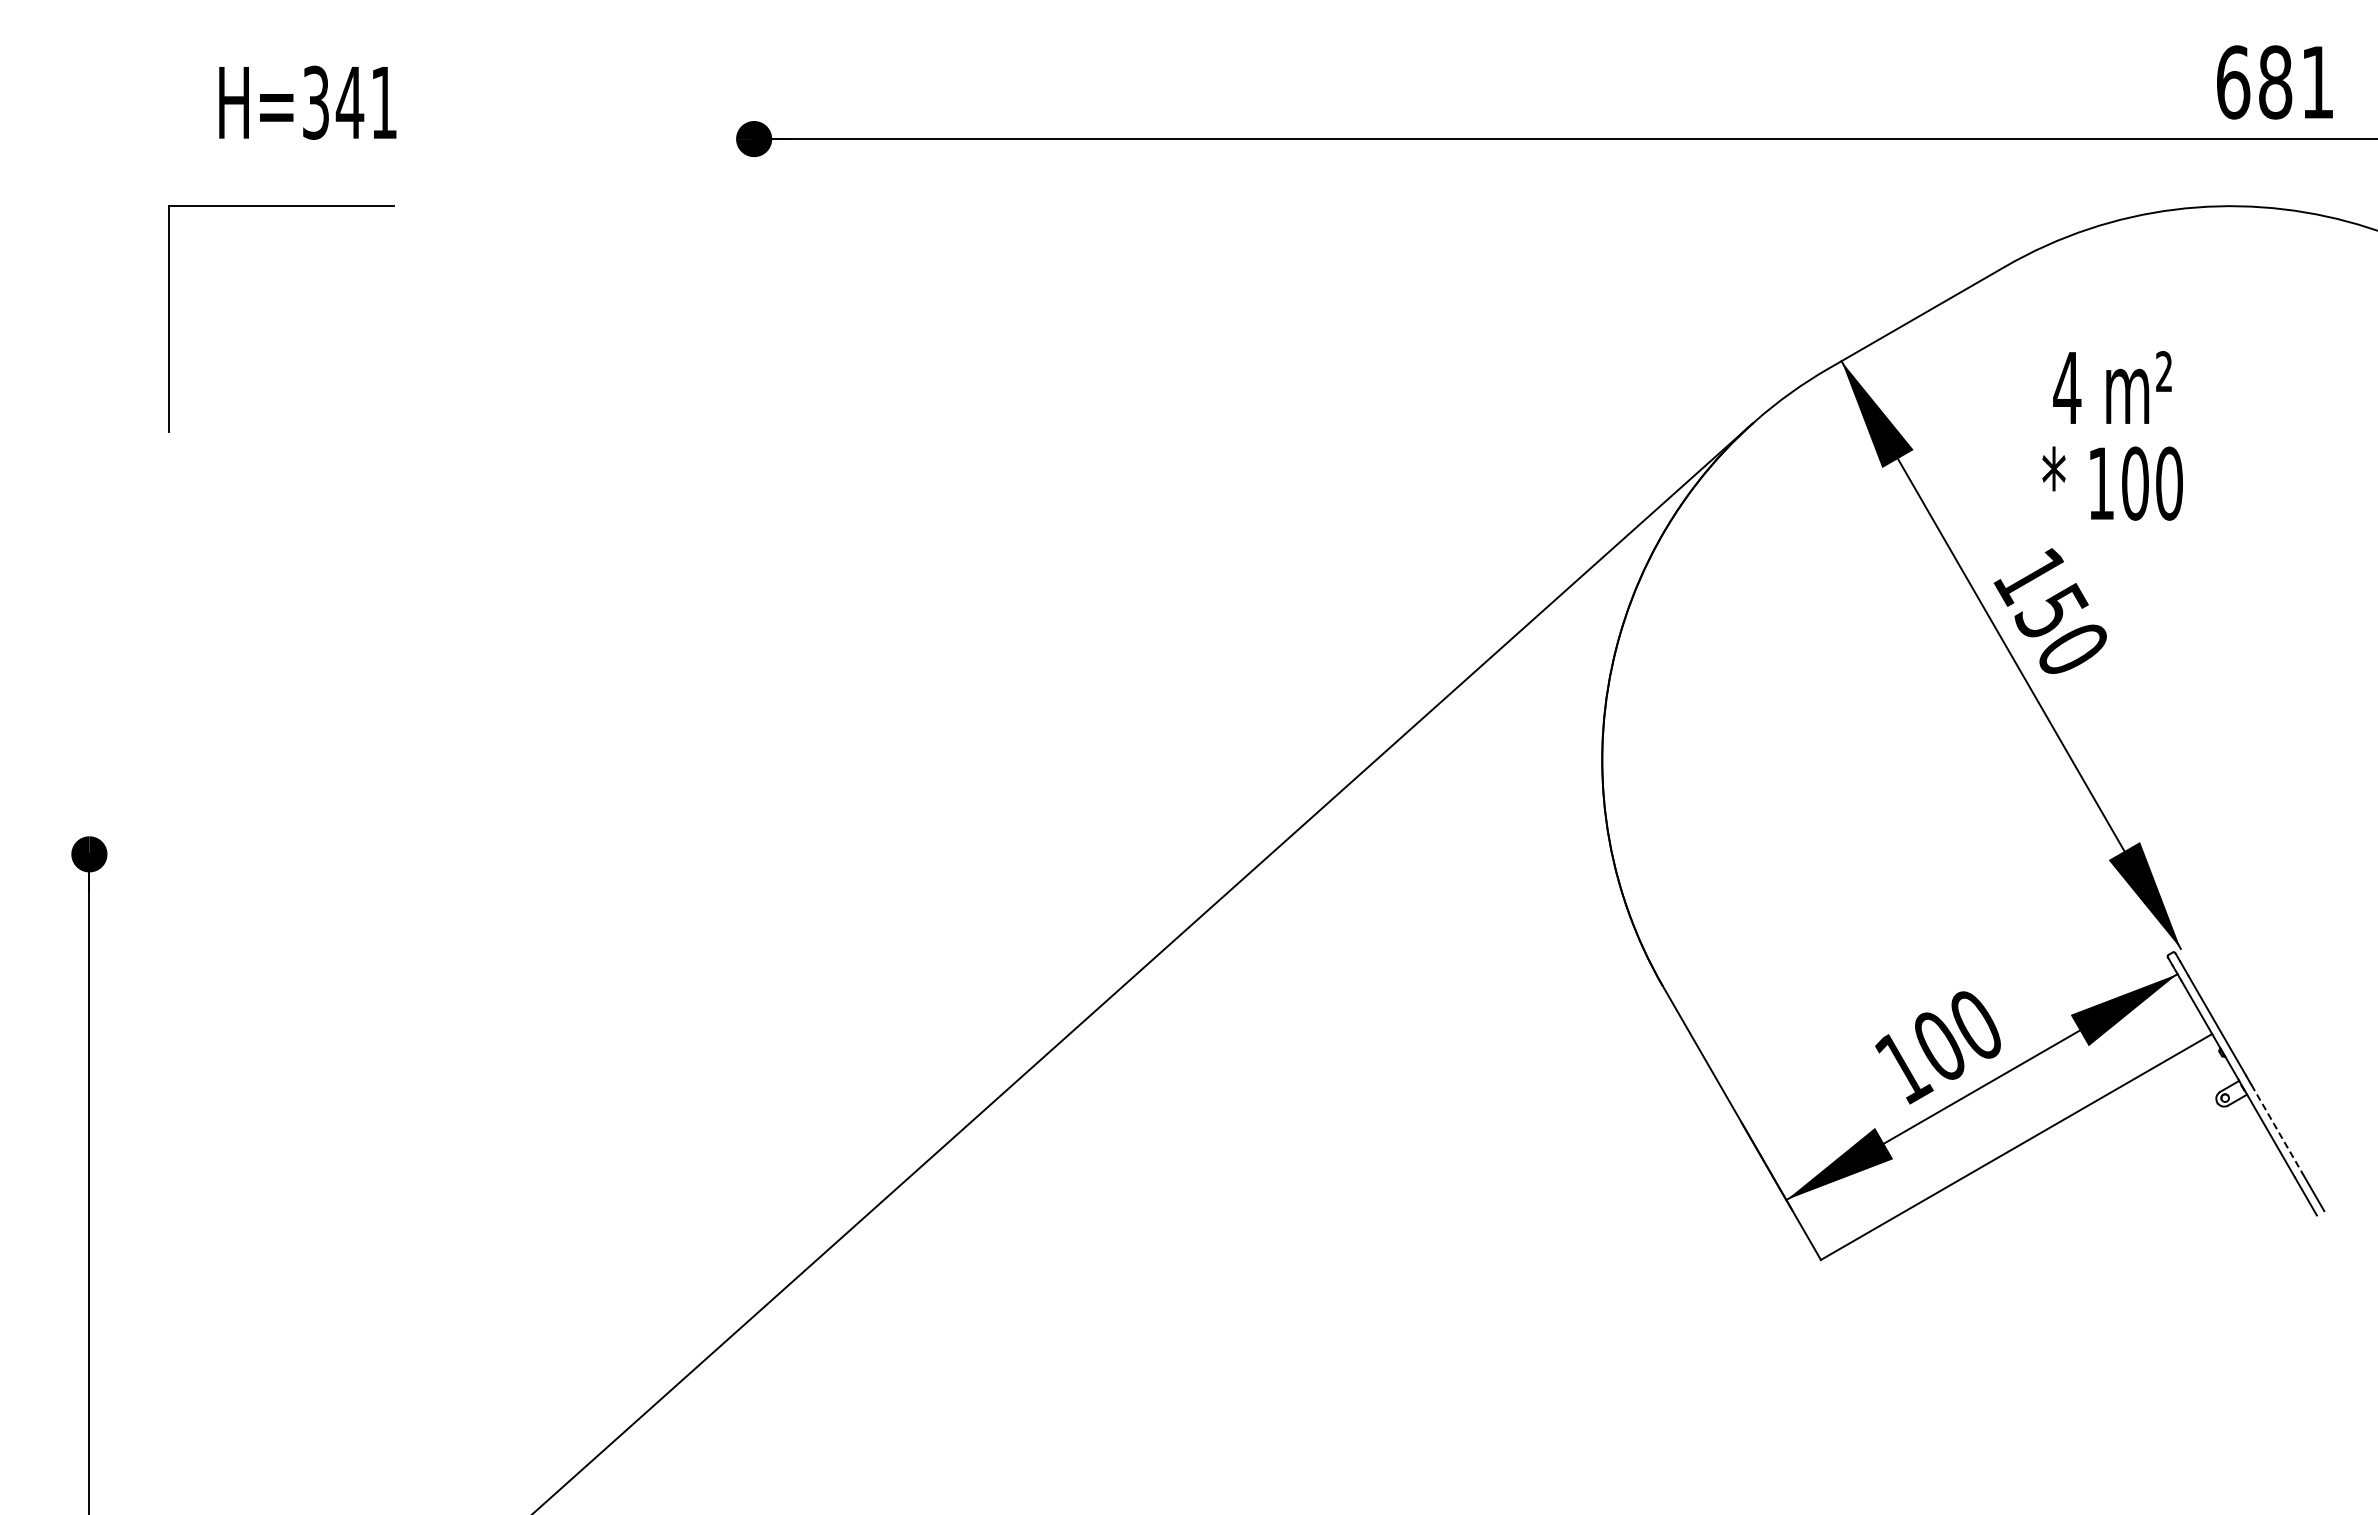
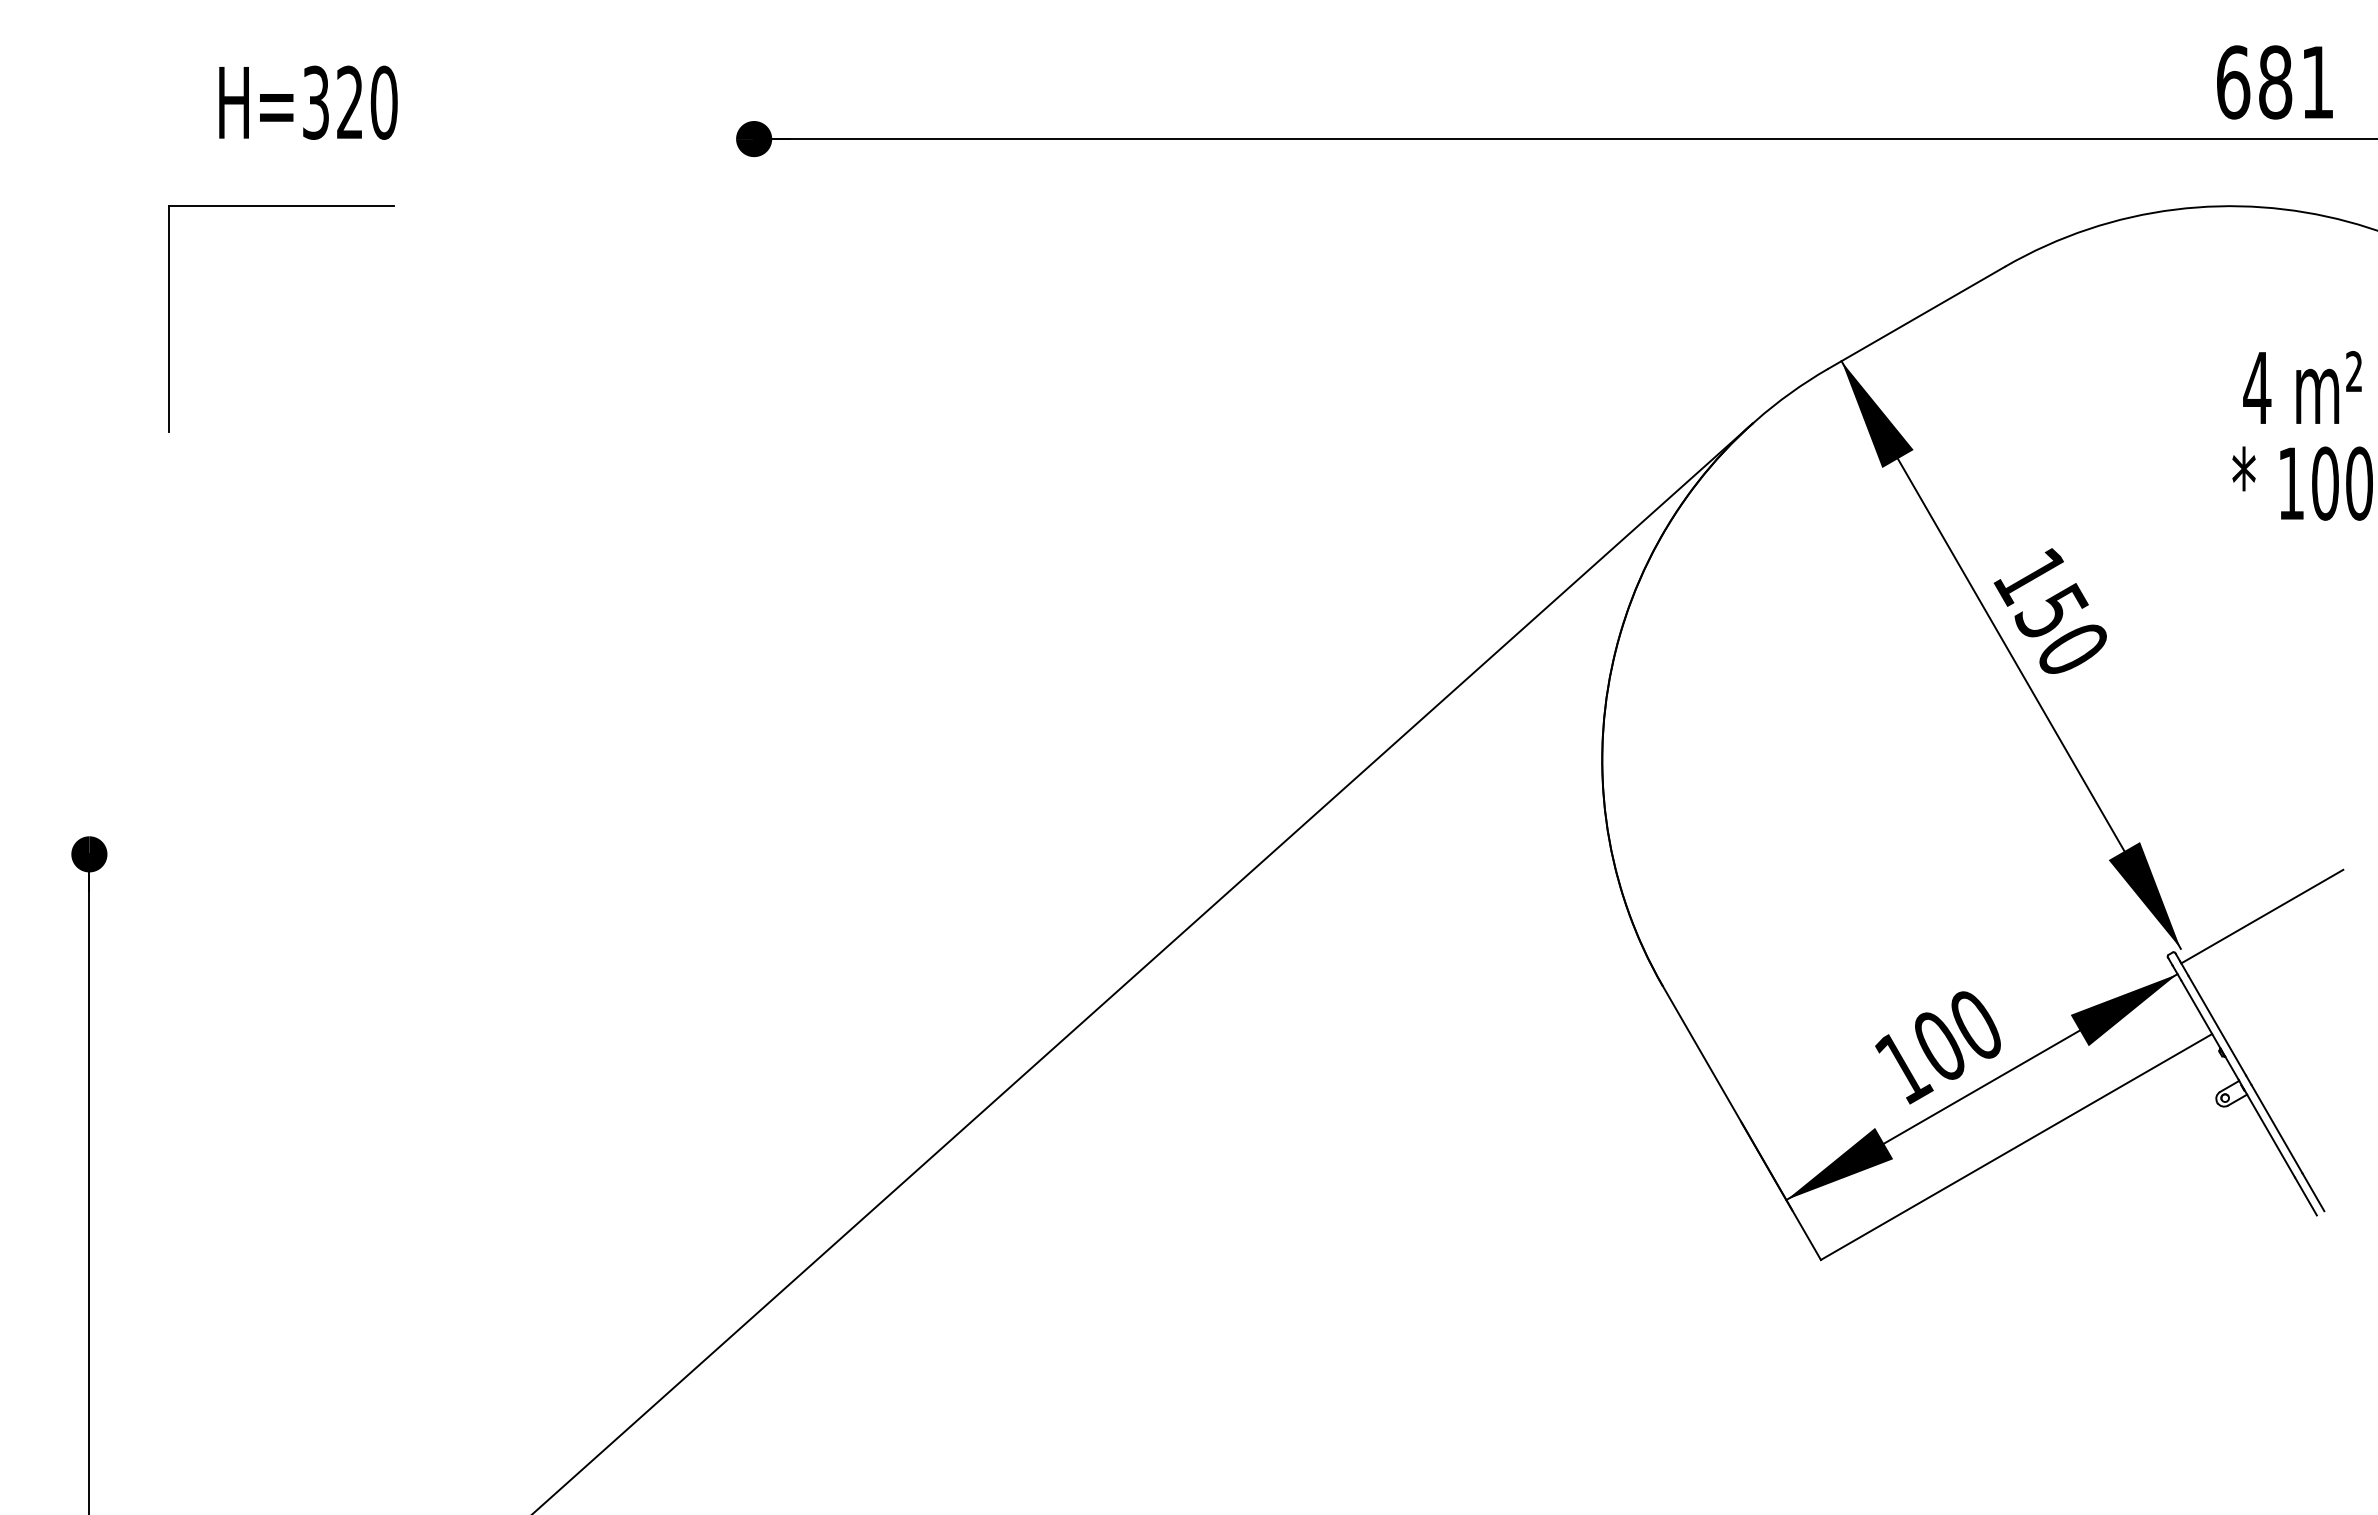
text at (366, 102): H=341 -> H=320
text at (2112, 435) position: (2112, 435) -> (2302, 435)
line at (2262, 916): none -> present
line at (2276, 1129): dashed -> solid
